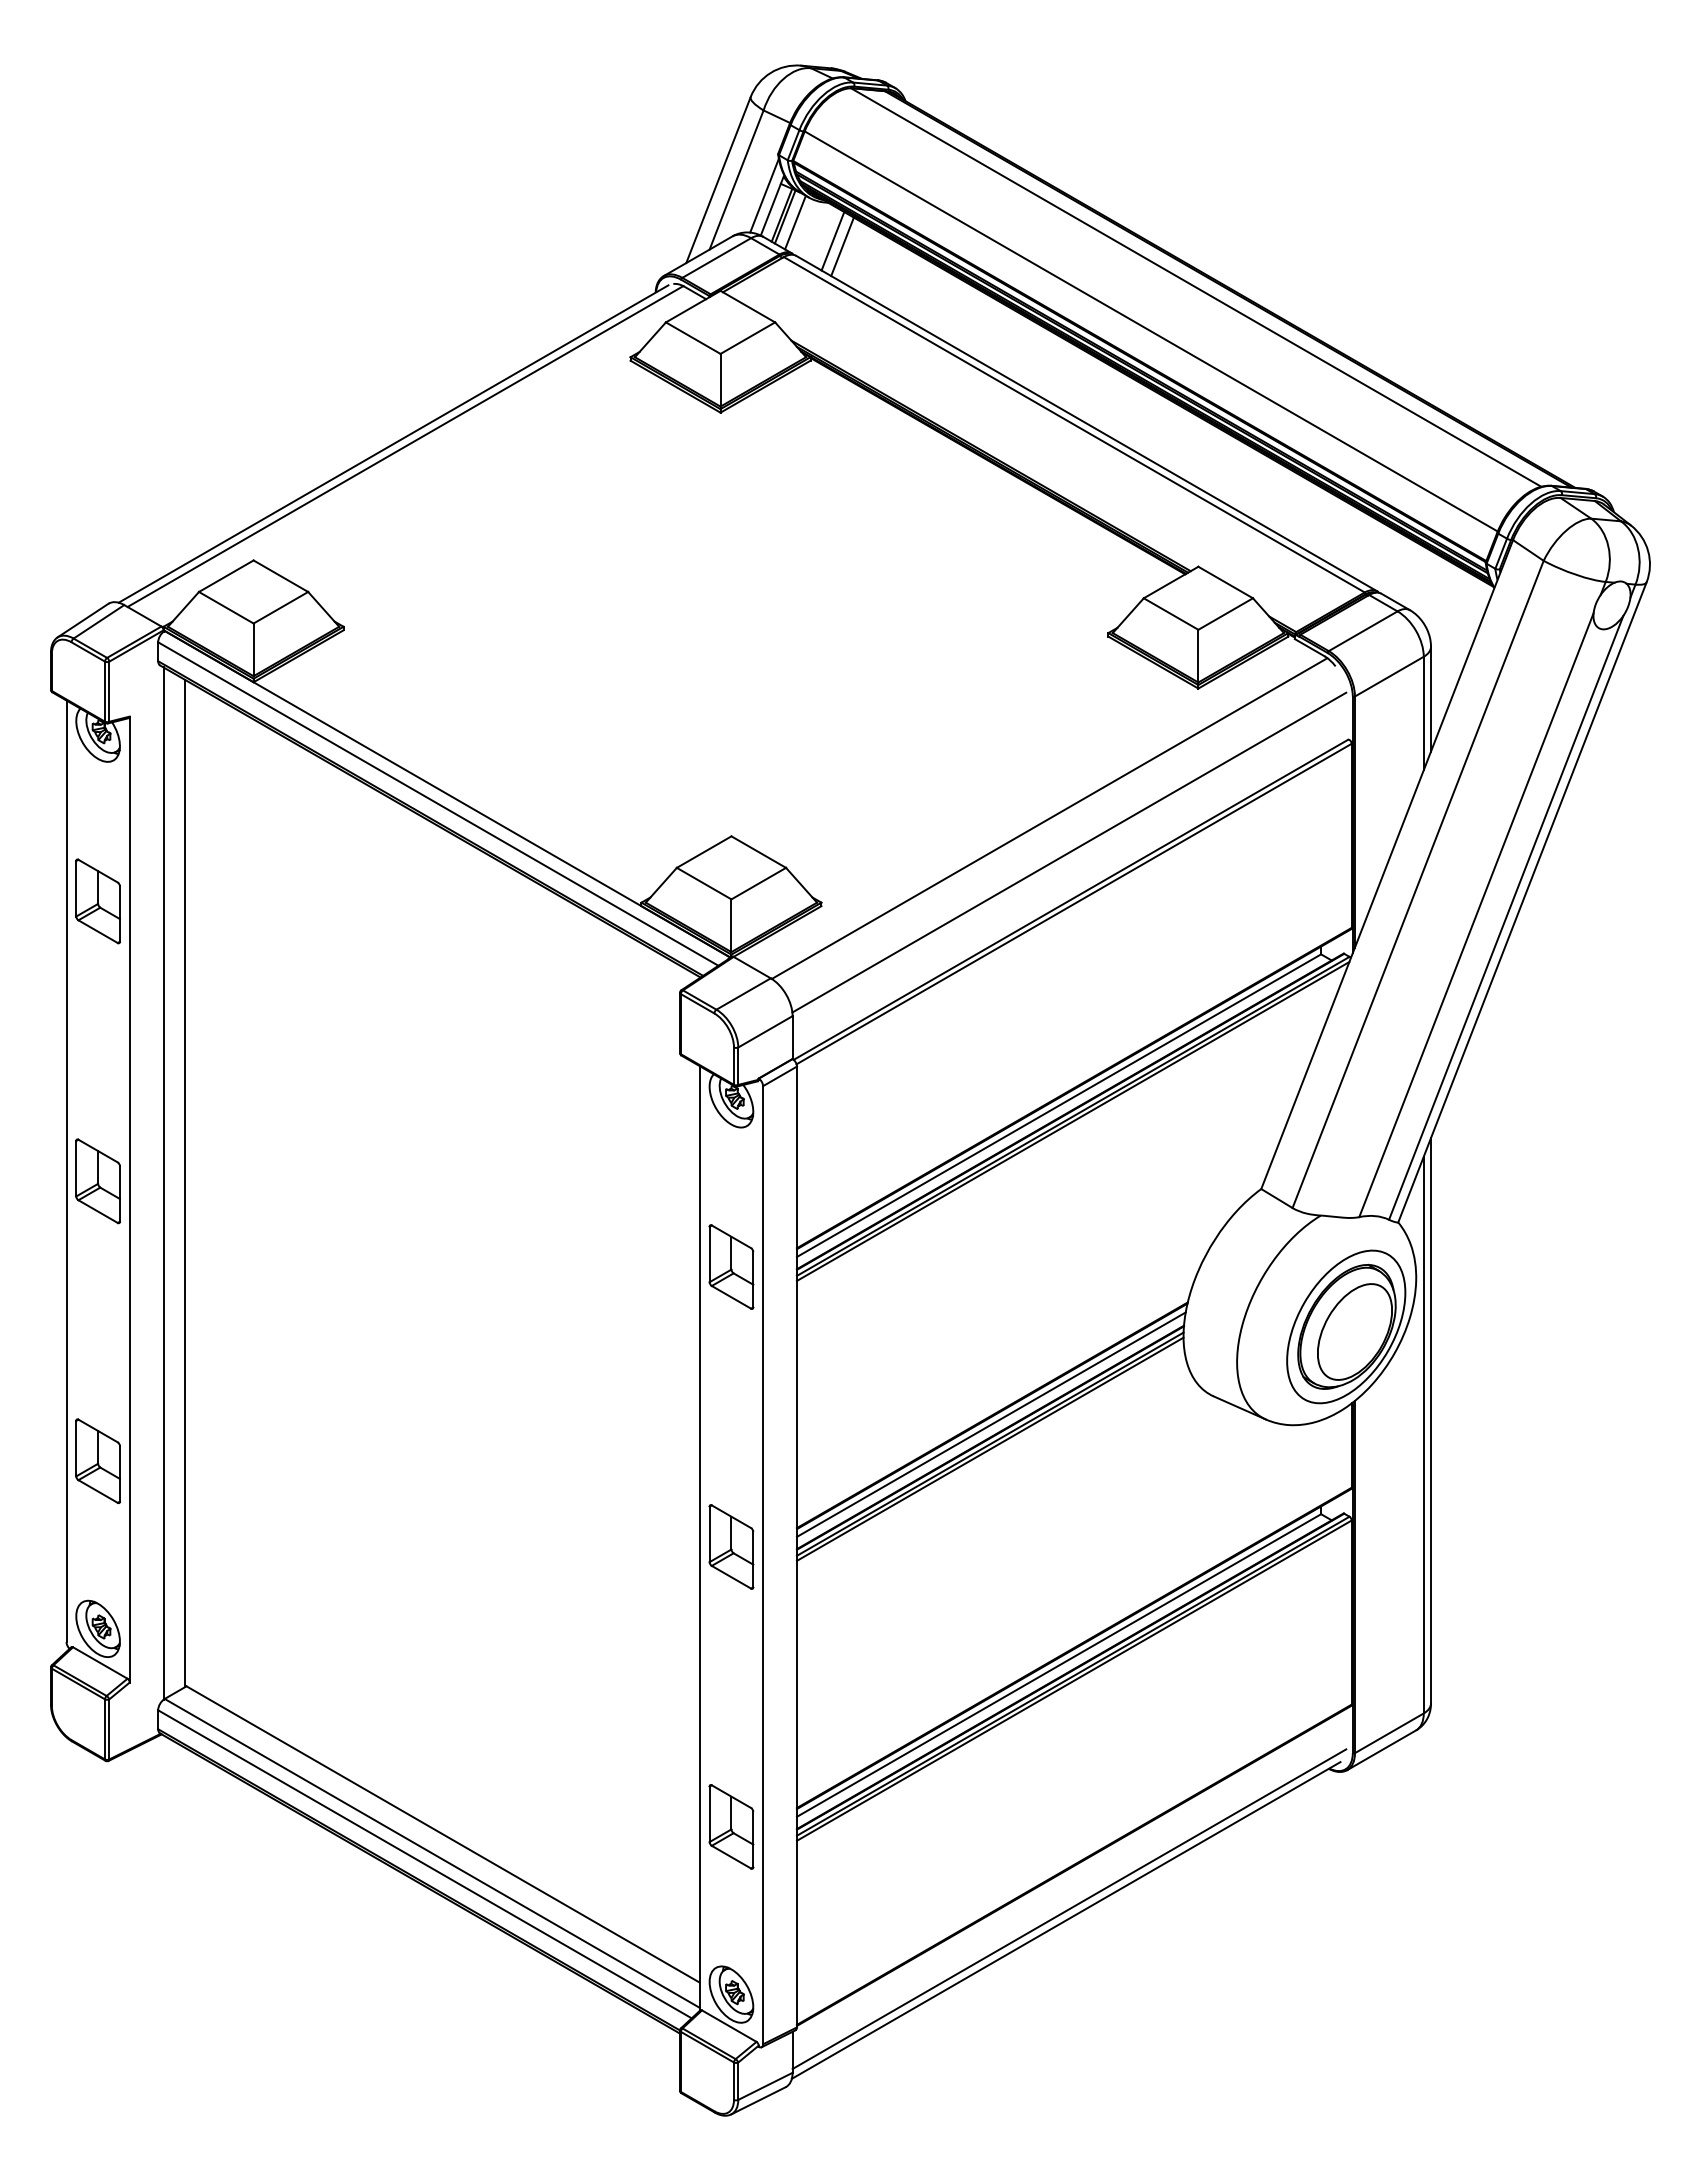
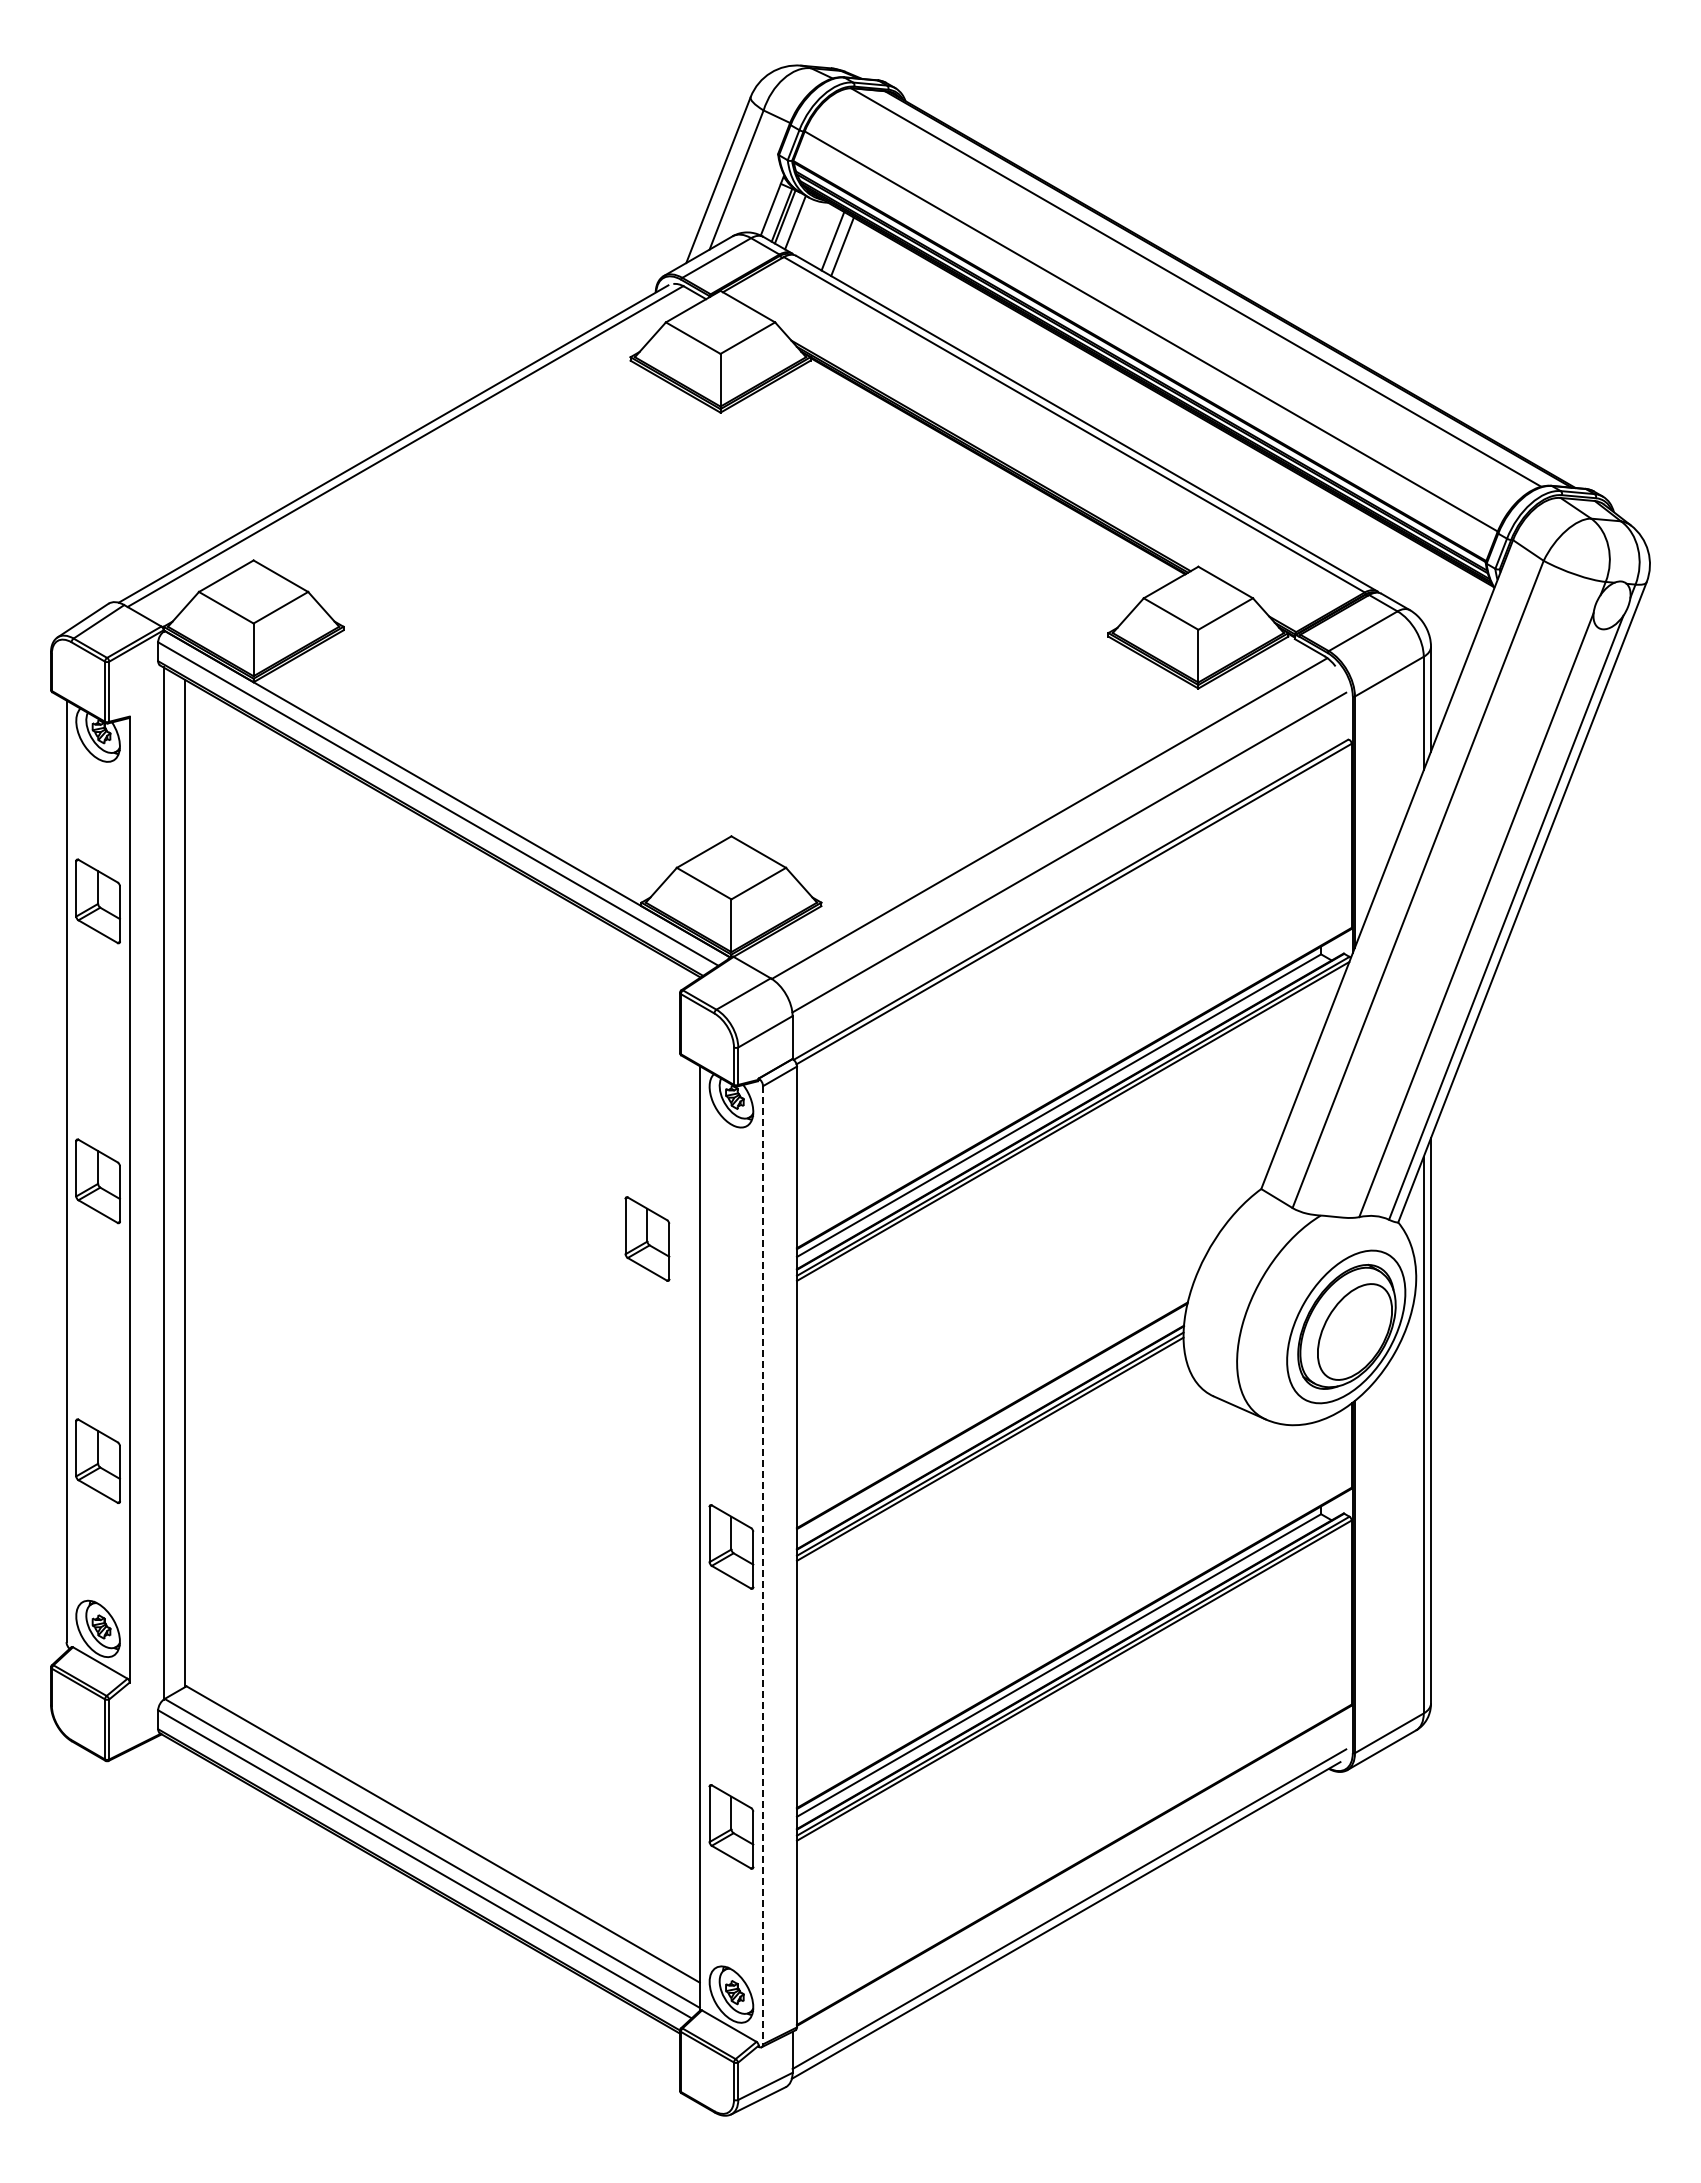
line at (764, 195): present -> none
part at (731, 1266) position: (731, 1266) -> (647, 1238)
line at (990, 1424): present -> none
line at (763, 1565): solid -> dashed
